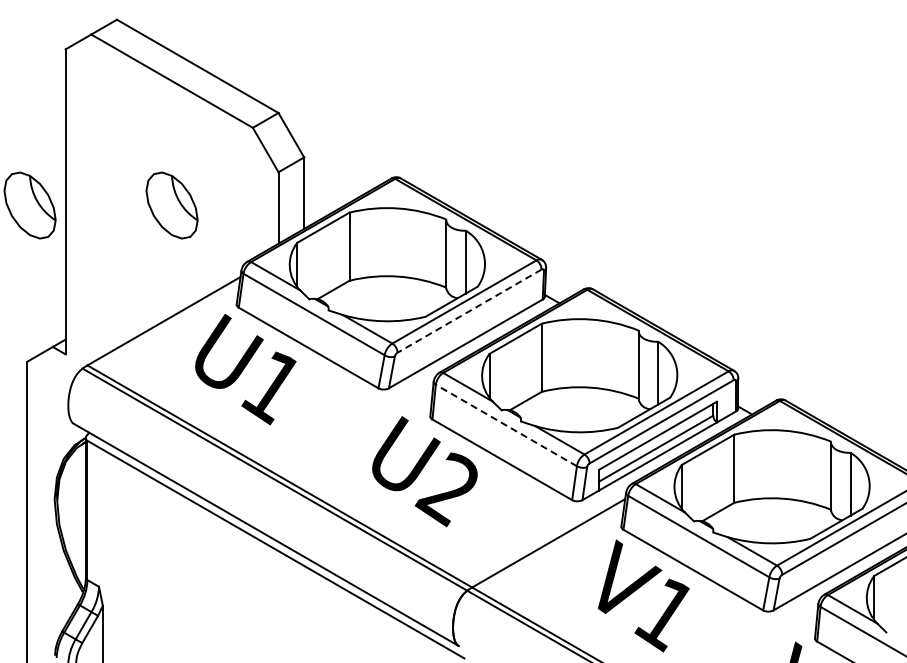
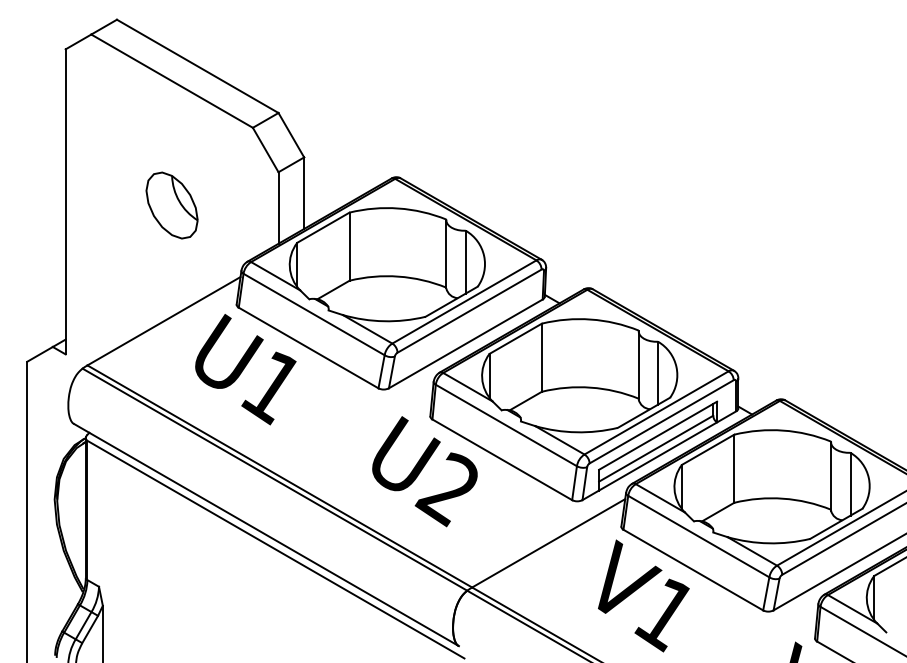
part at (29, 205): present -> none
line at (469, 311): dashed -> solid
line at (505, 425): dashed -> solid
